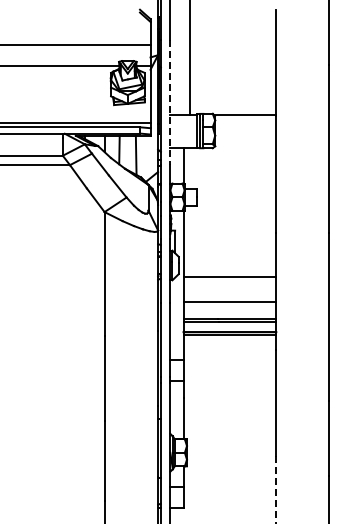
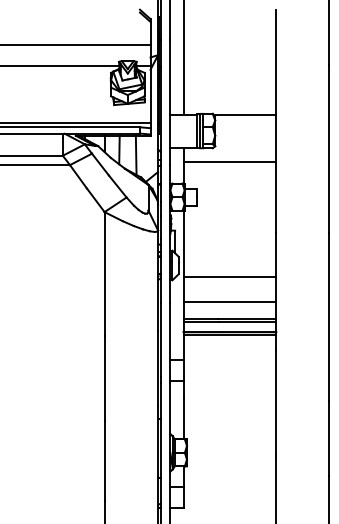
line at (189, 58) position: (189, 58) -> (183, 58)
line at (170, 103): dashed -> solid
line at (229, 161): none -> present
line at (276, 489): dashed -> solid
